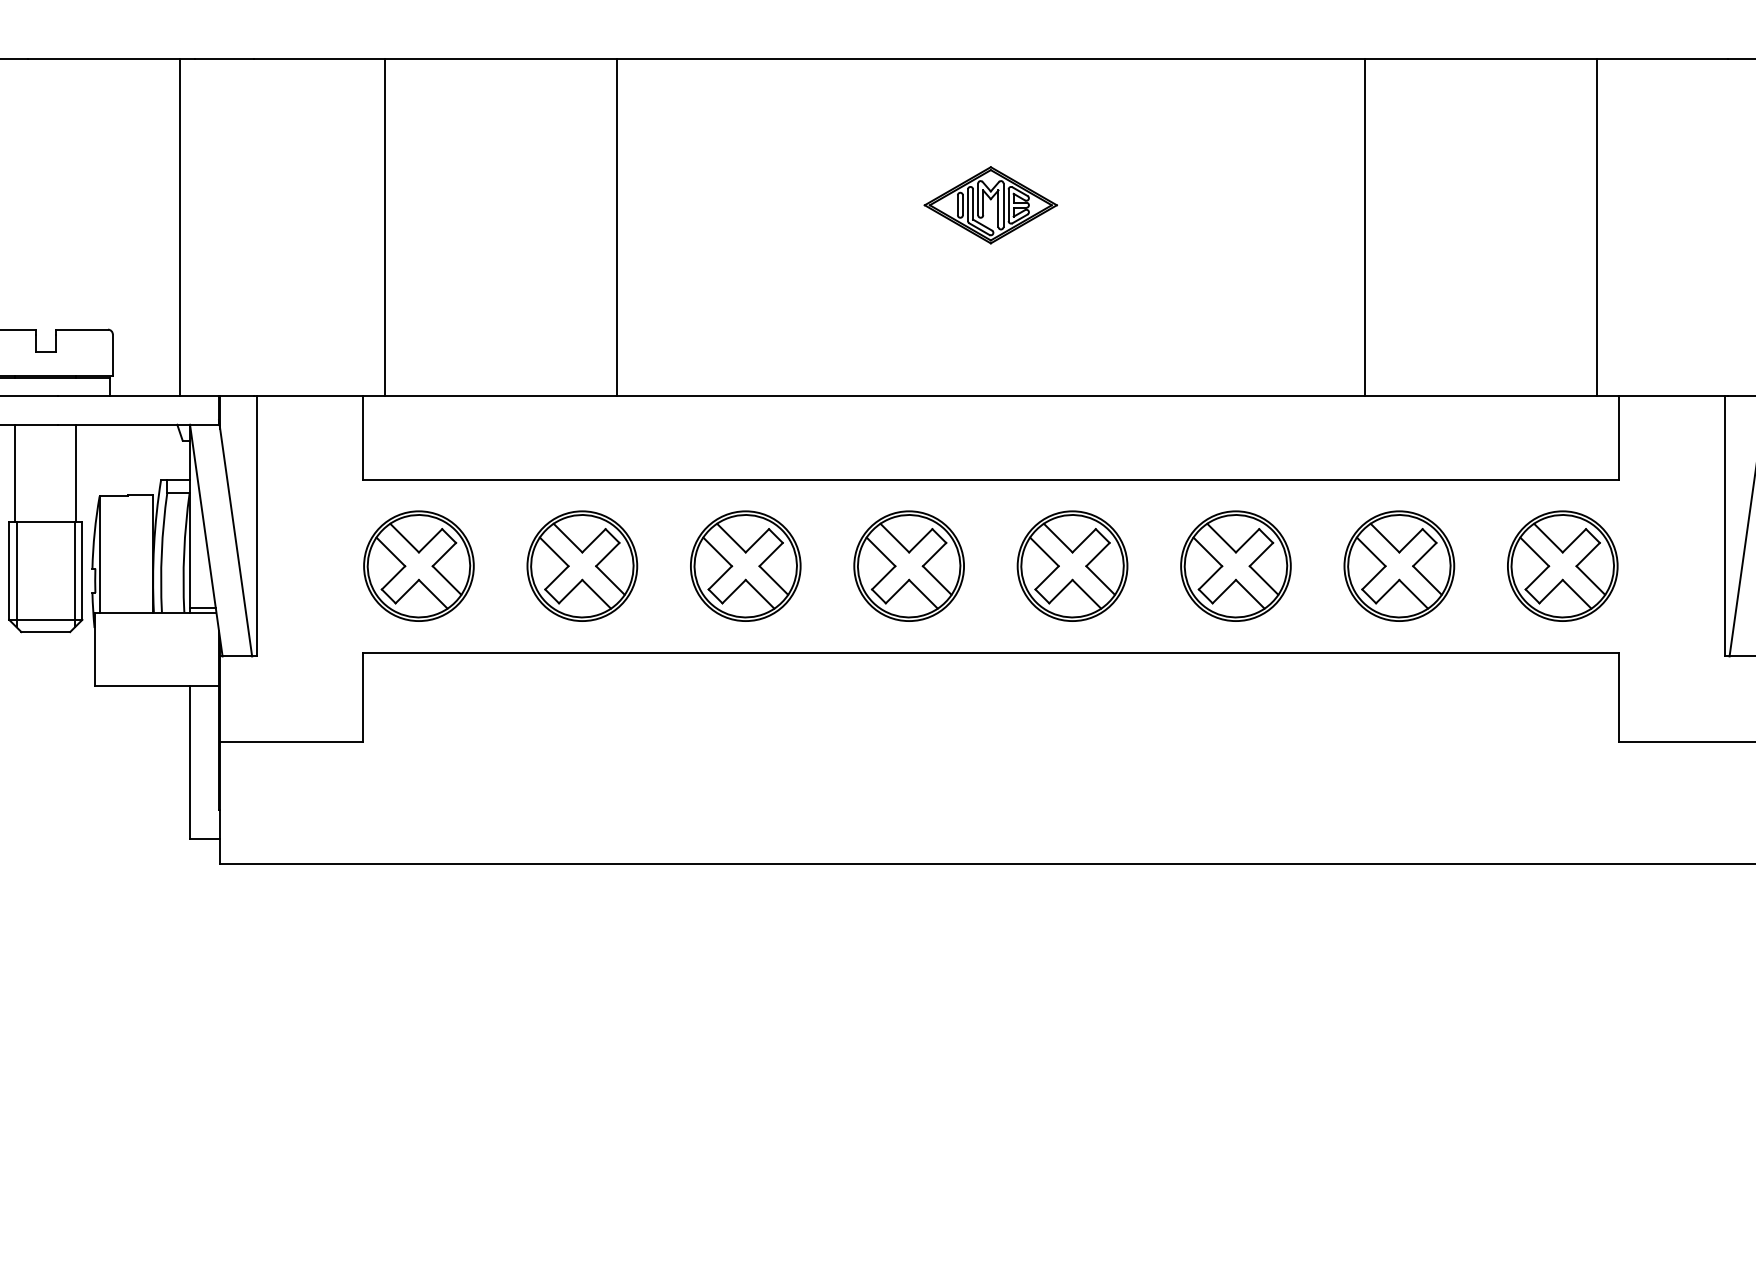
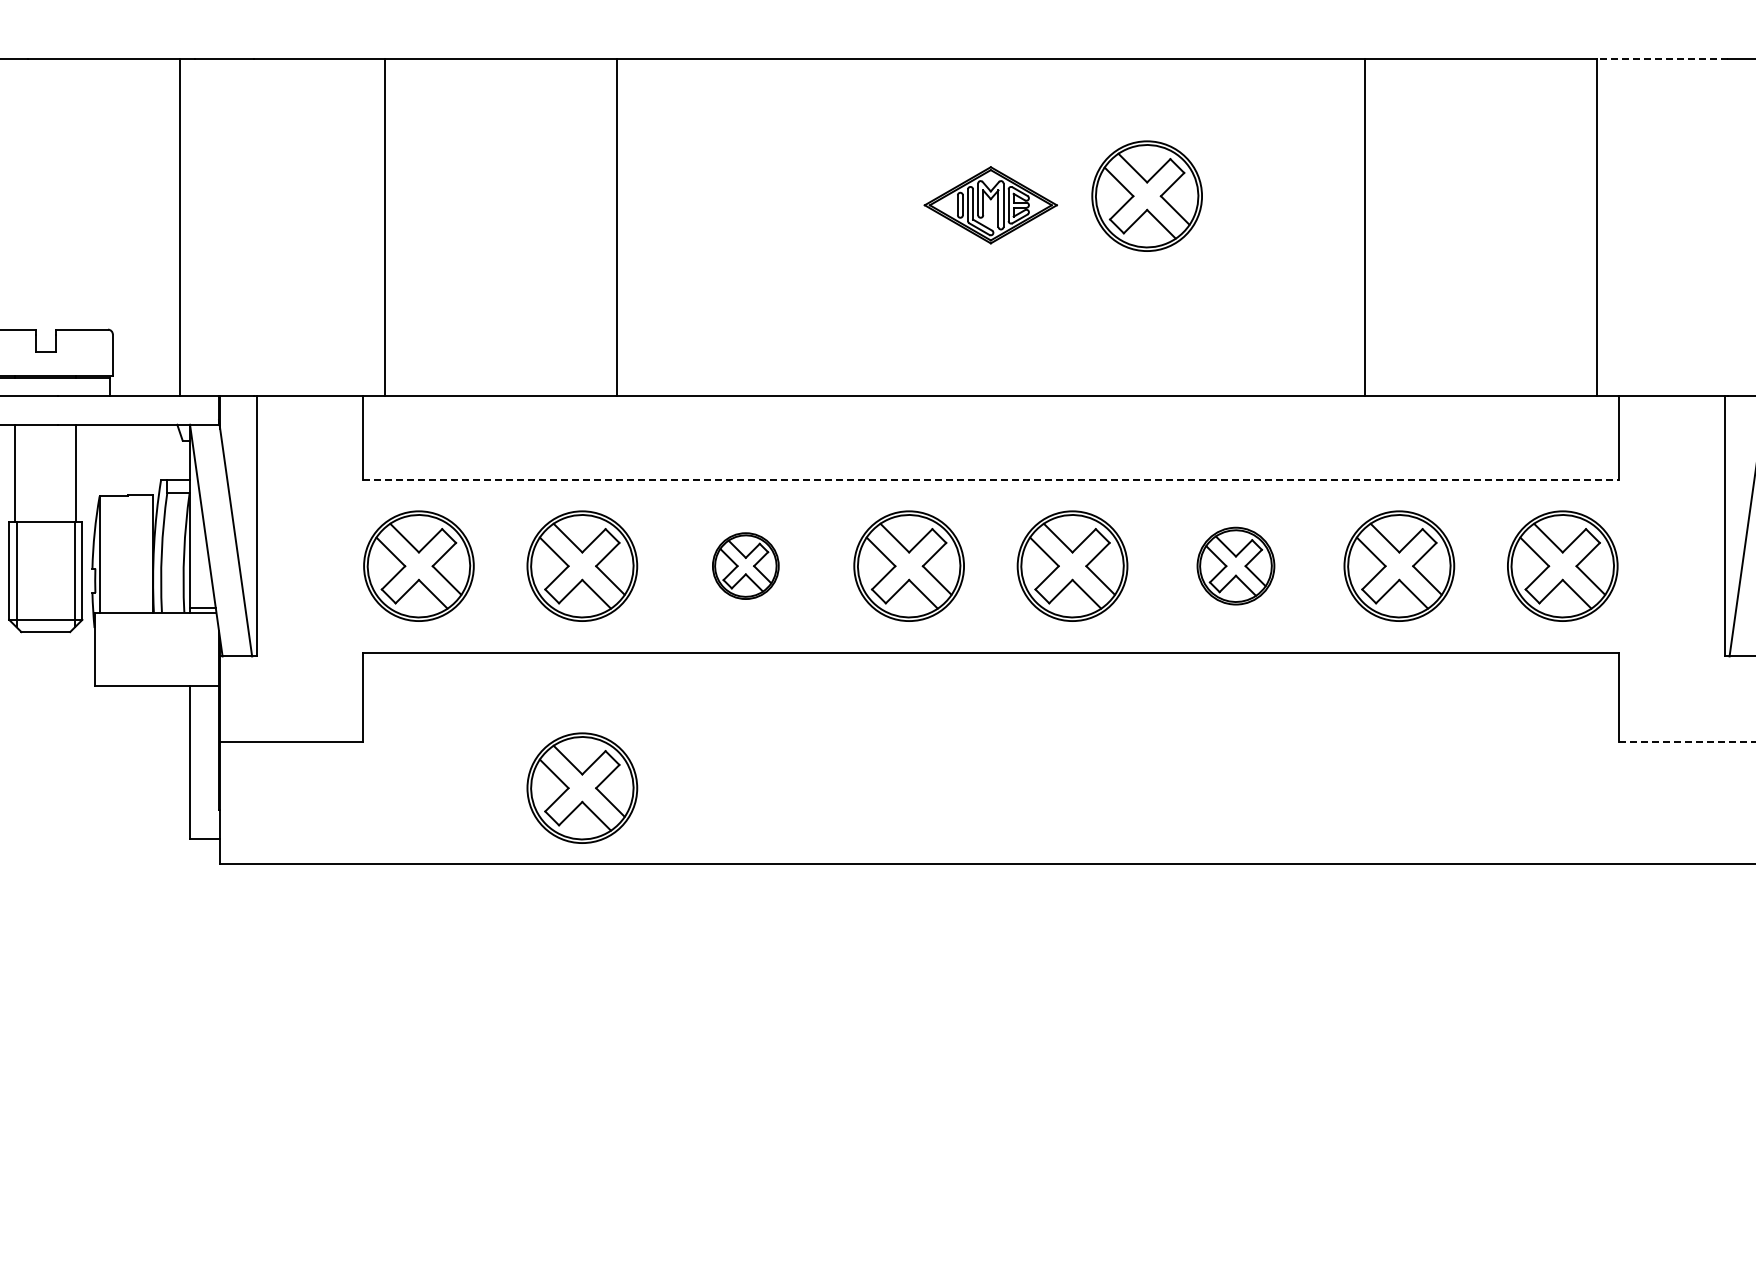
line at (1662, 58): solid -> dashed
part at (1146, 195): none -> present
line at (990, 479): solid -> dashed
part at (745, 565) size: 112x112 px -> 68x68 px
part at (1235, 565) size: 112x112 px -> 80x80 px
line at (1687, 741): solid -> dashed
part at (582, 787): none -> present
